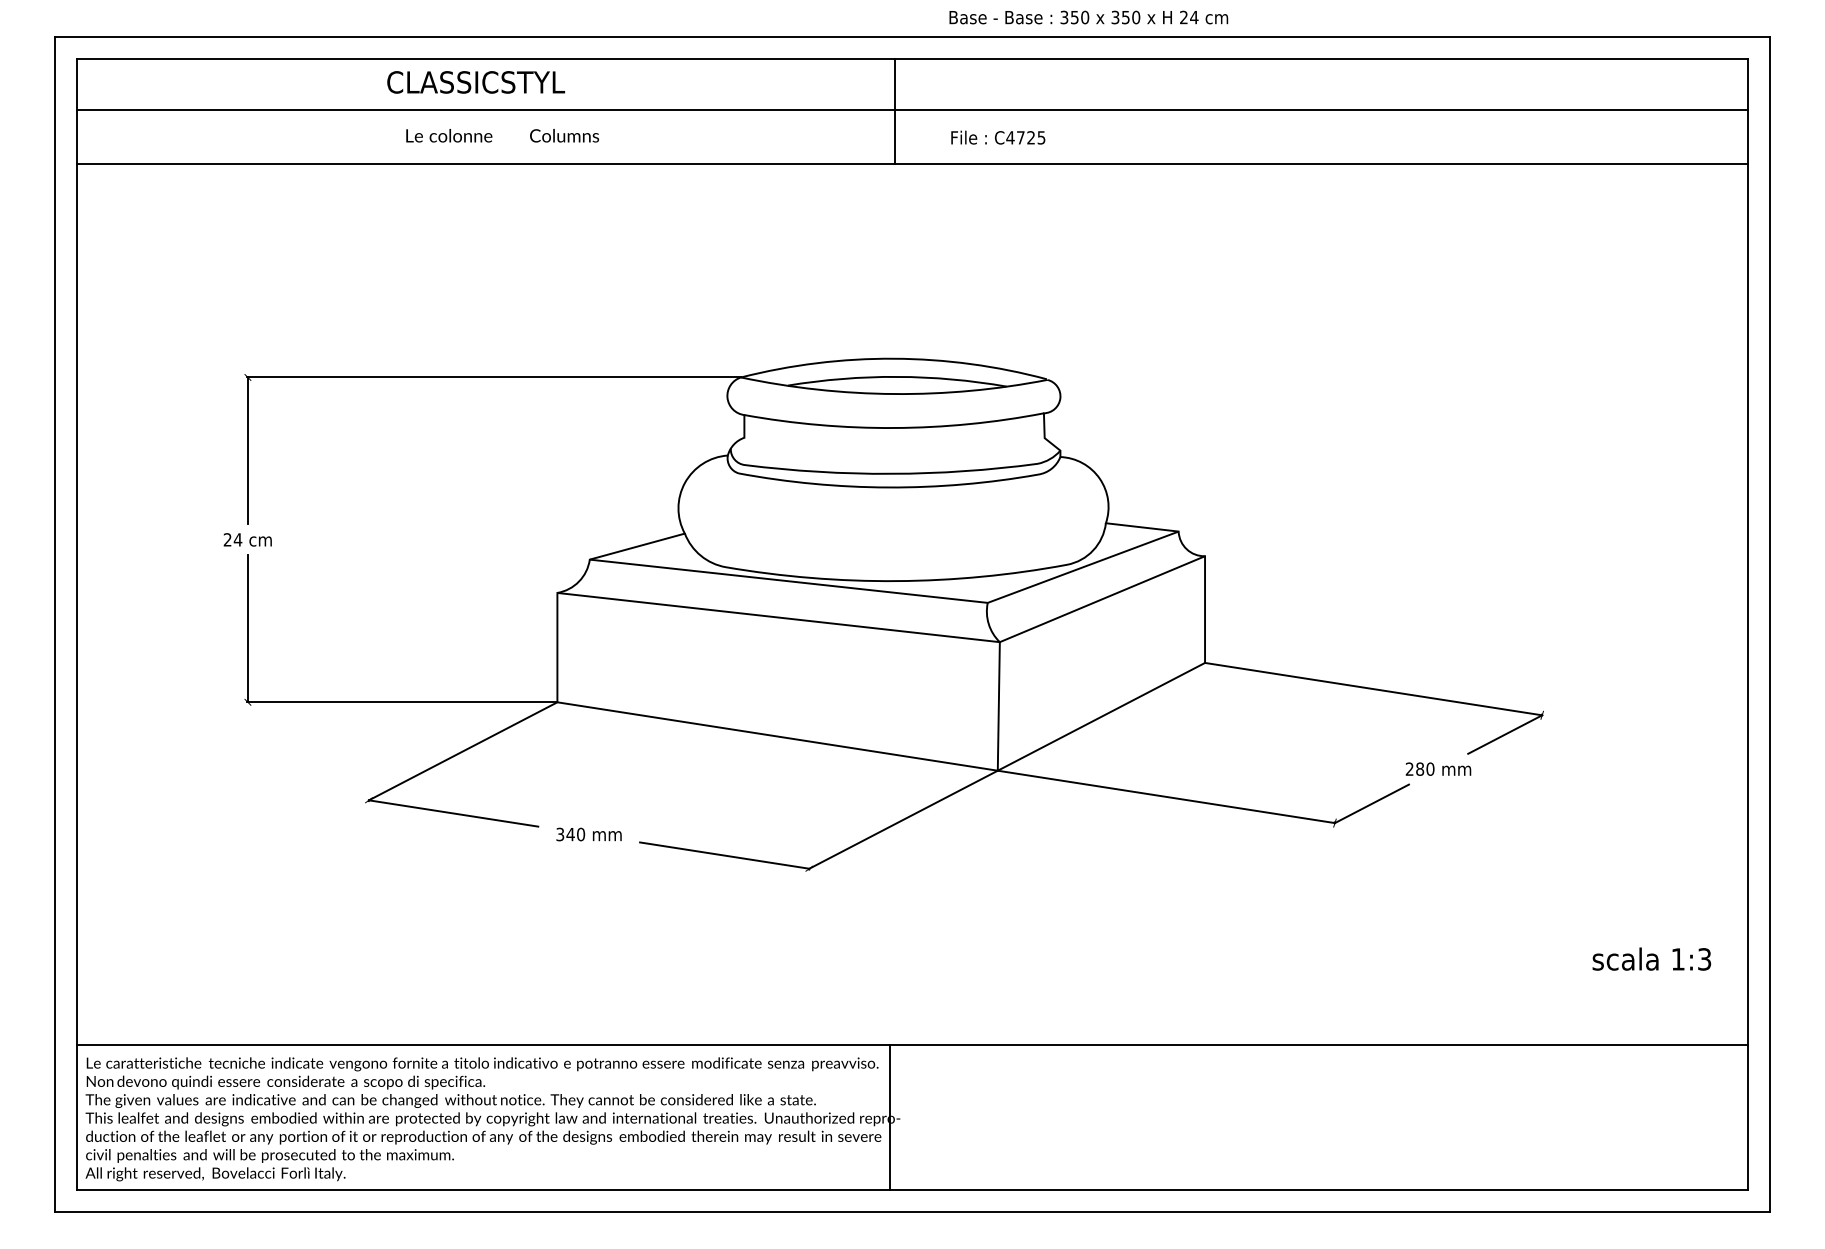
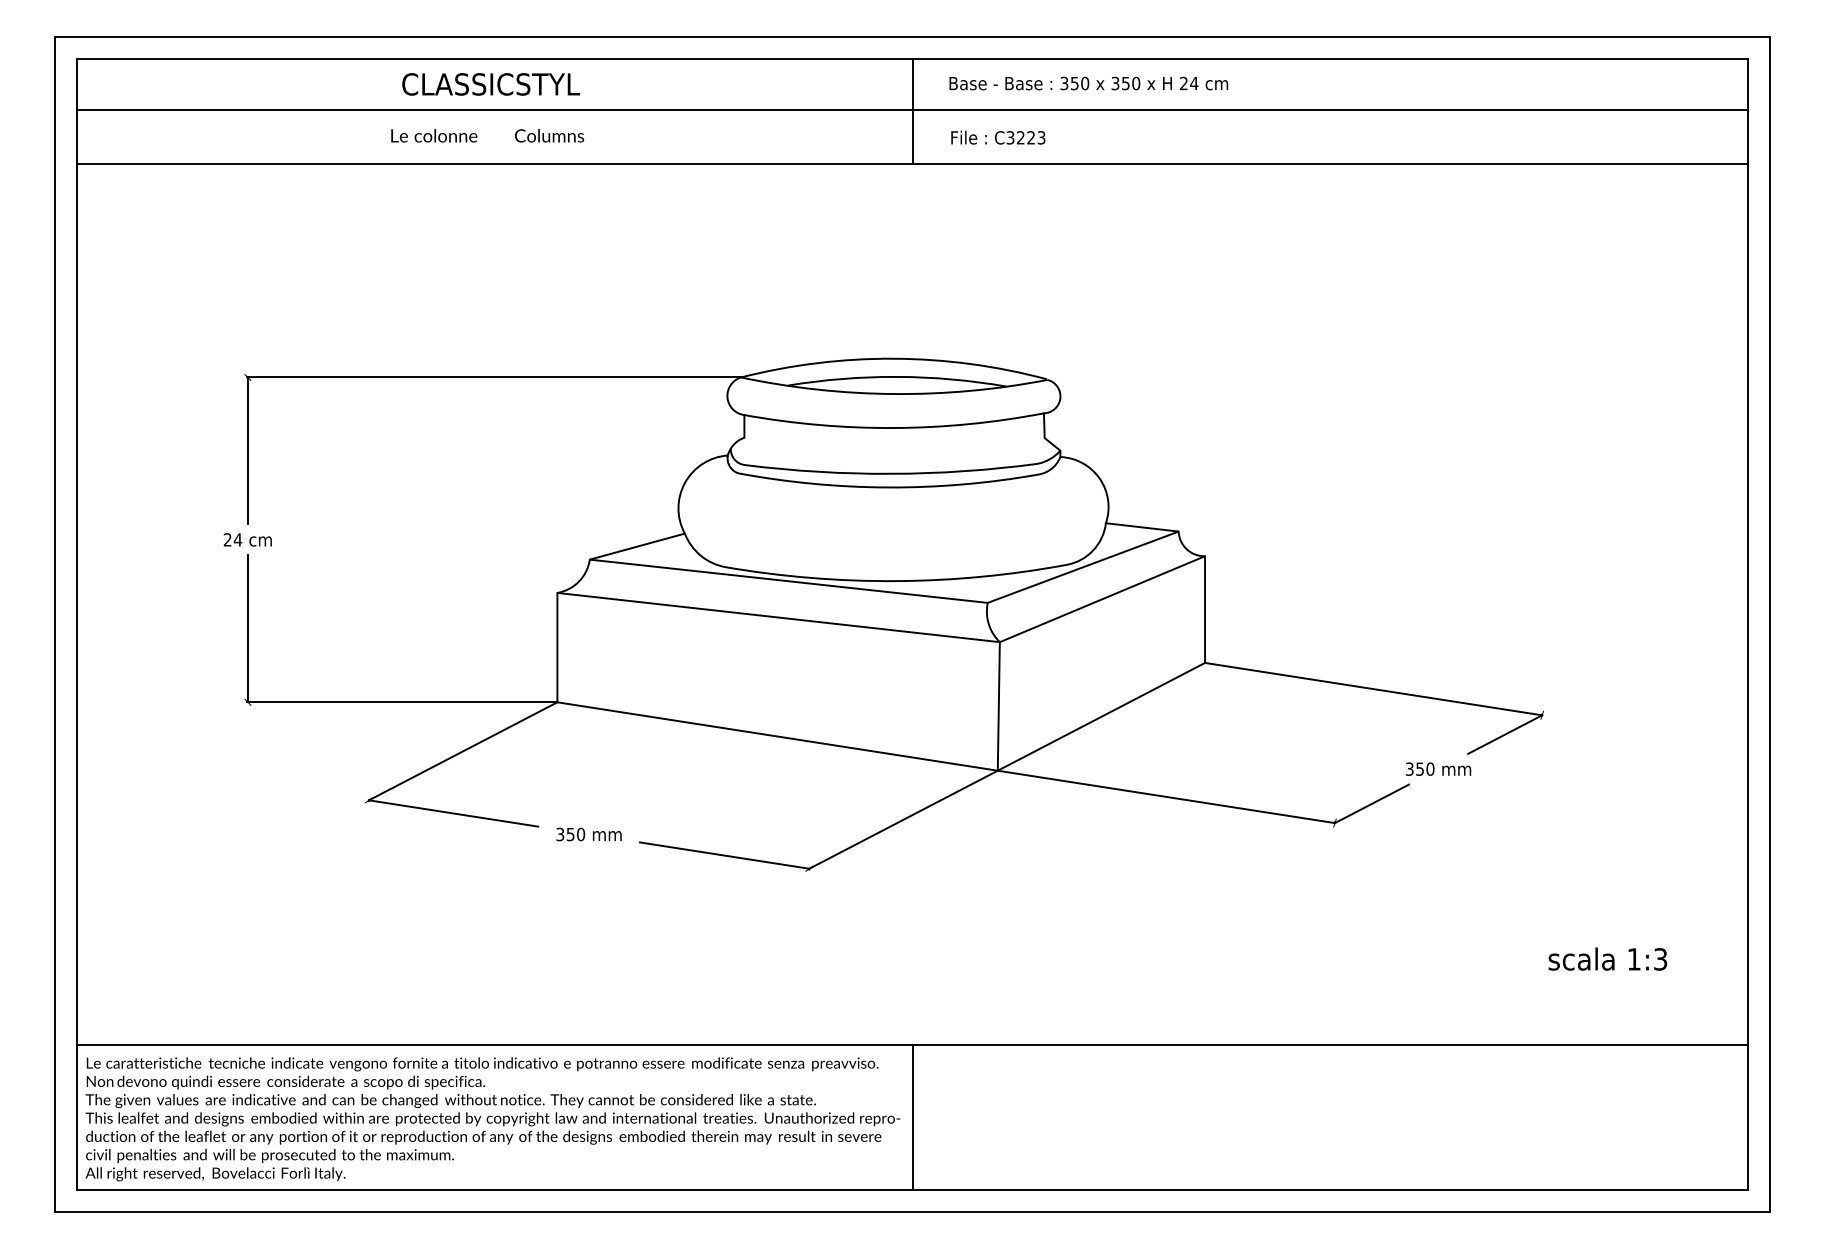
text at (1088, 17) position: (1088, 17) -> (1088, 83)
text at (476, 82) position: (476, 82) -> (491, 84)
line at (894, 111) position: (894, 111) -> (912, 111)
text at (502, 135) position: (502, 135) -> (487, 135)
text at (1025, 137): C4725 -> C3223
text at (1414, 768): 280 -> 350
text at (570, 834): 340 -> 350
text at (1651, 958) position: (1651, 958) -> (1607, 958)
line at (889, 1117) position: (889, 1117) -> (912, 1117)
